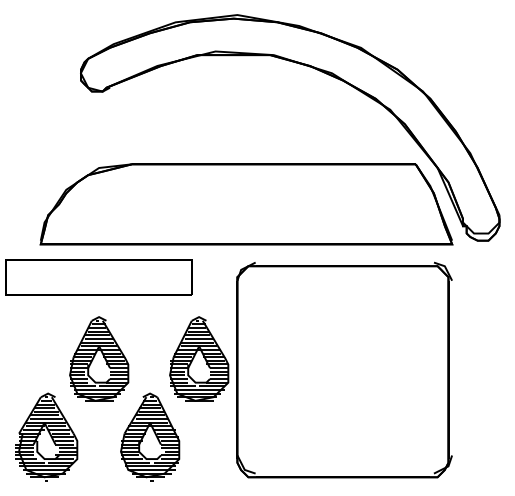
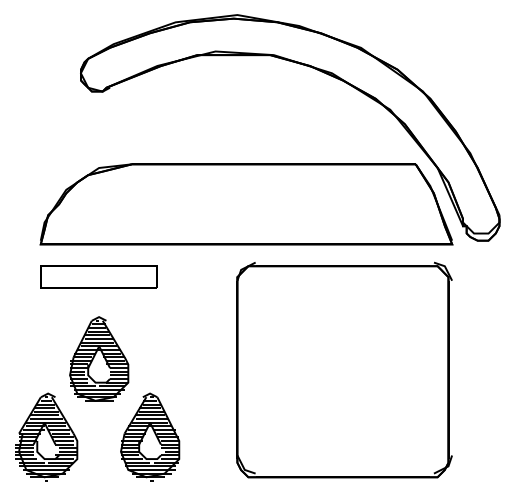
part at (98, 277) size: 188x37 px -> 118x24 px
part at (199, 358): present -> none
